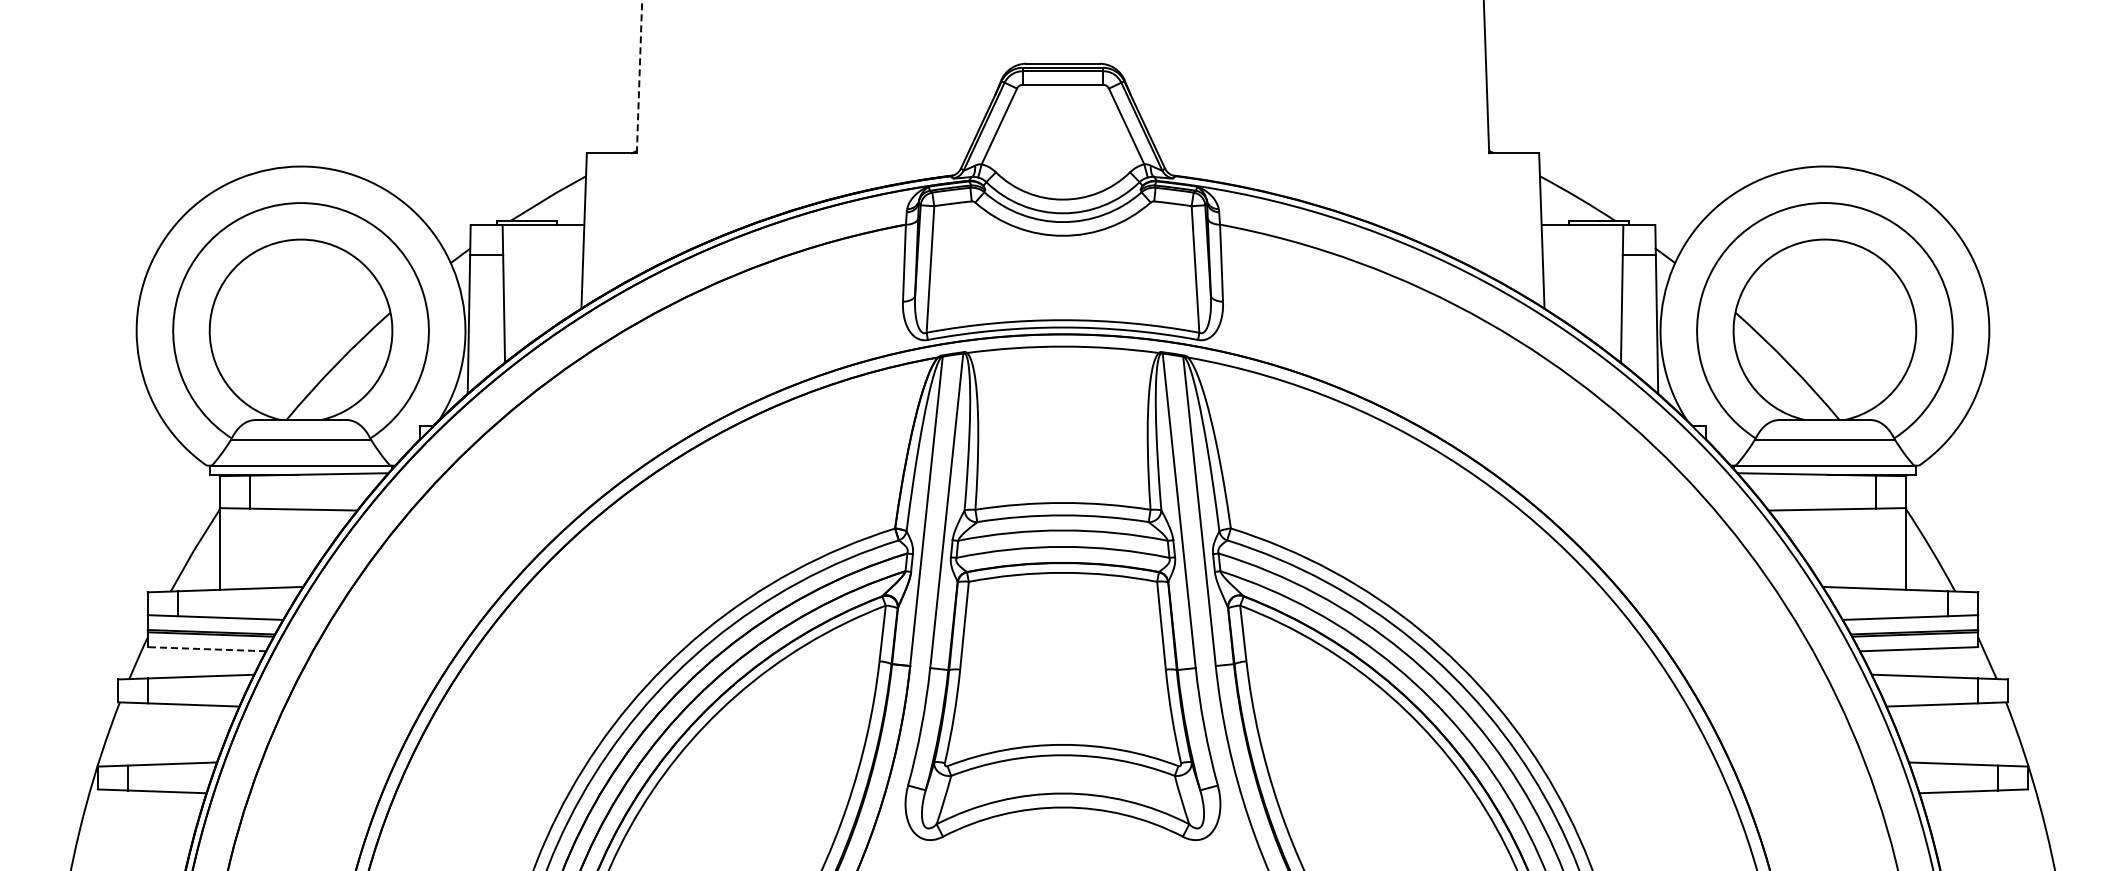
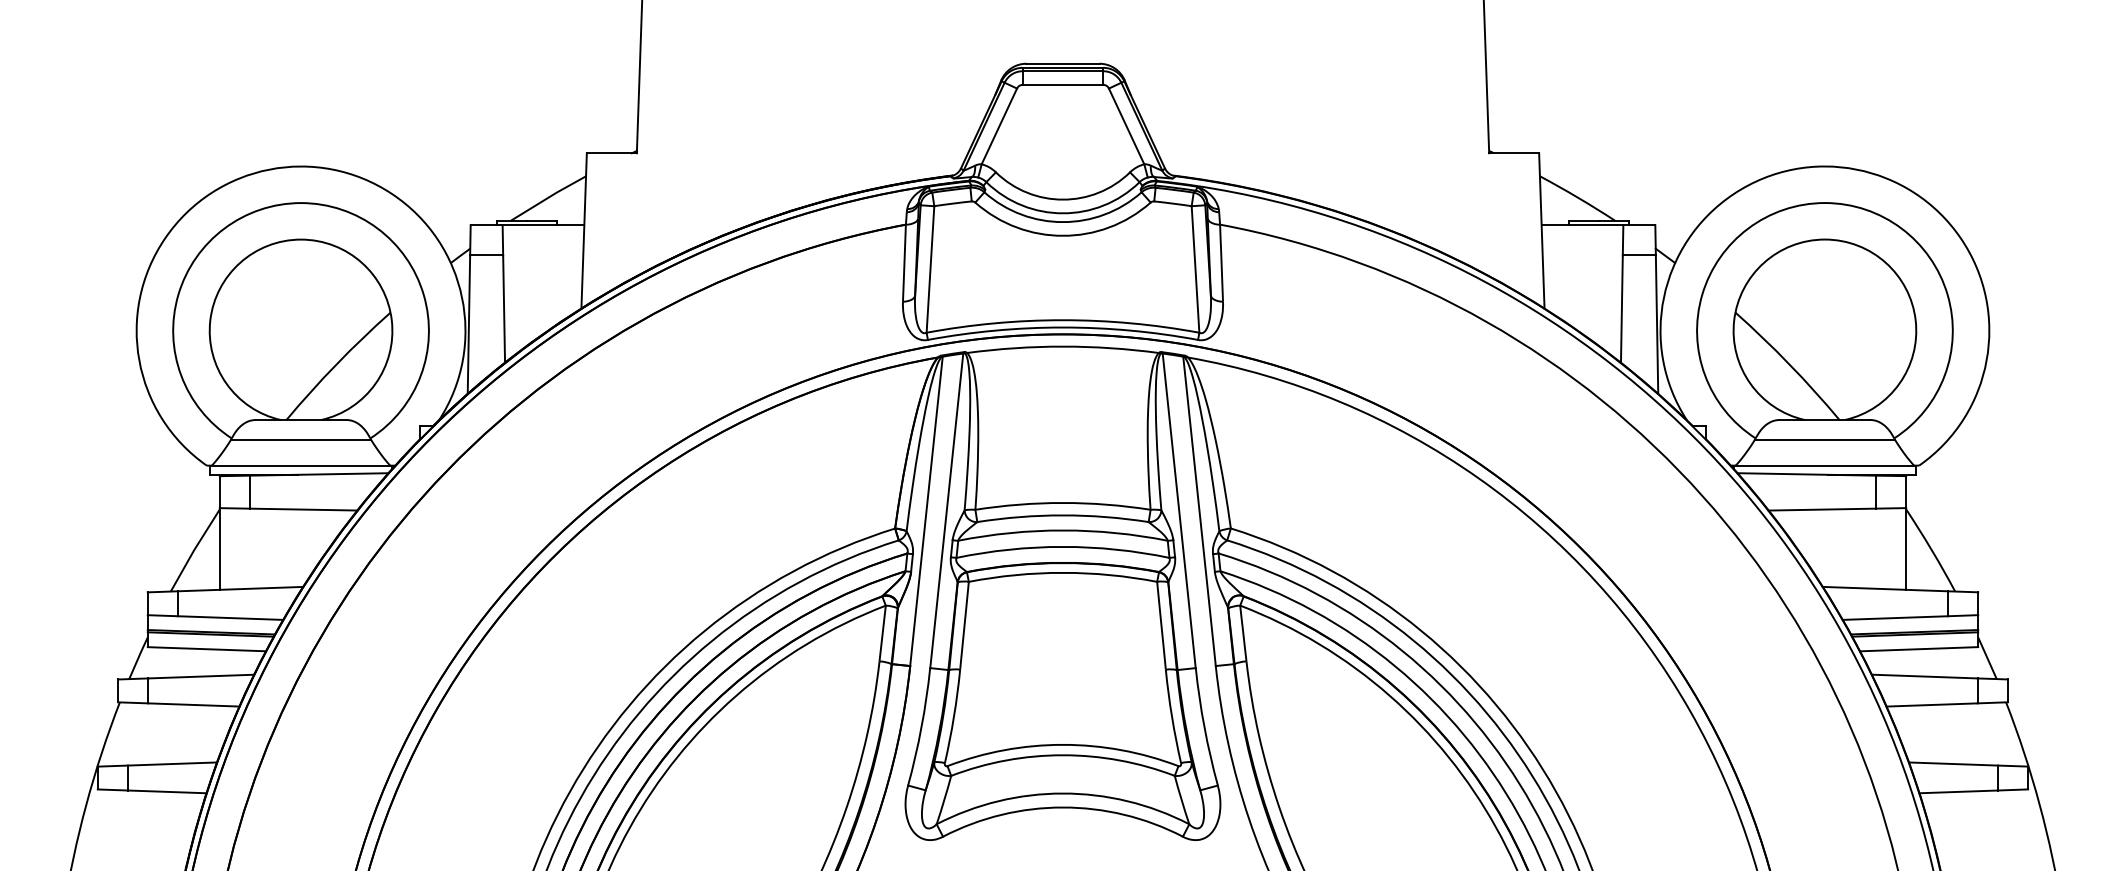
line at (639, 76): dashed -> solid
line at (206, 649): dashed -> solid
